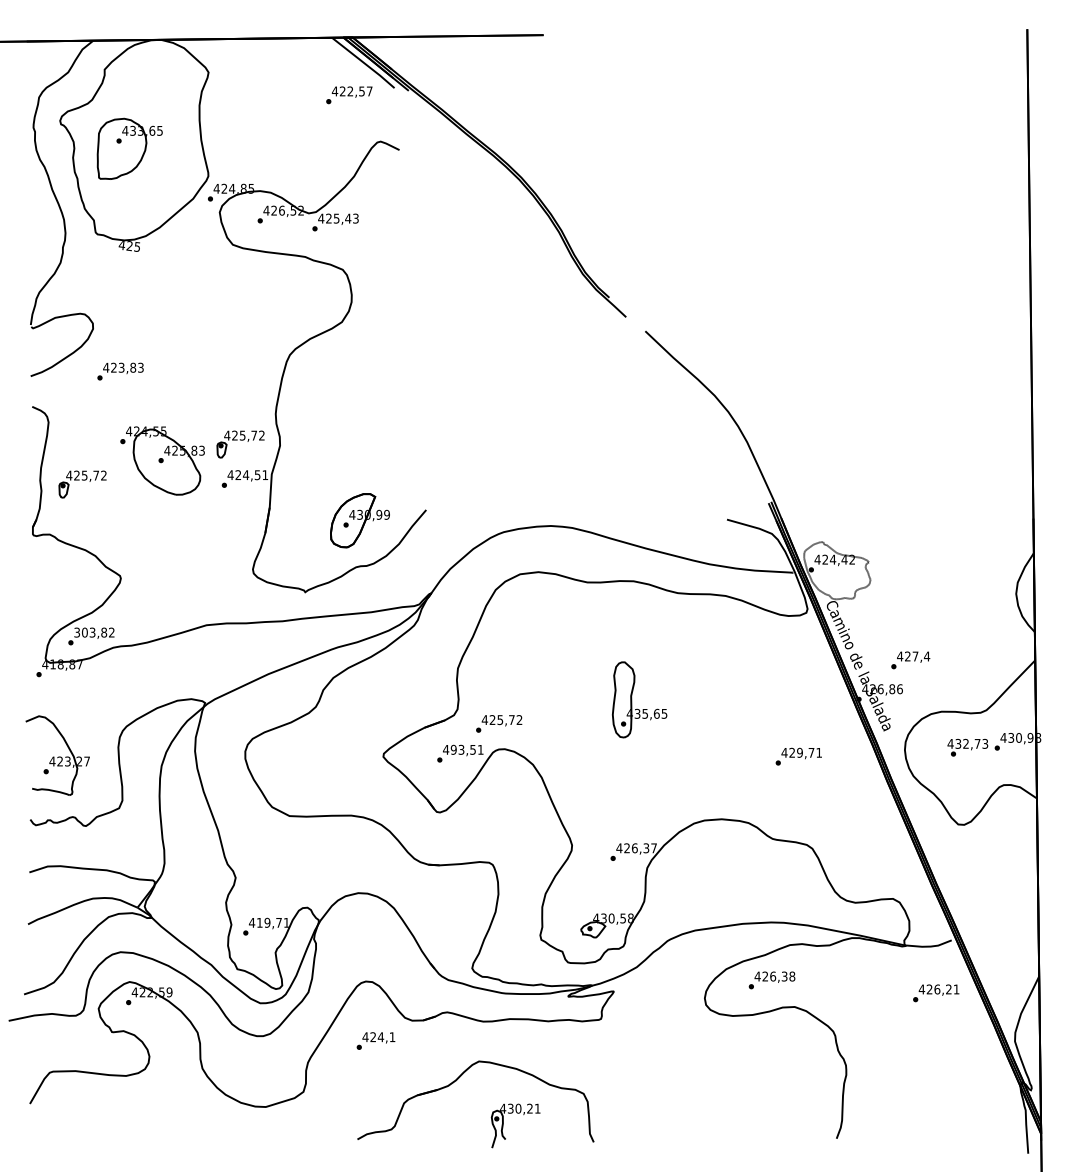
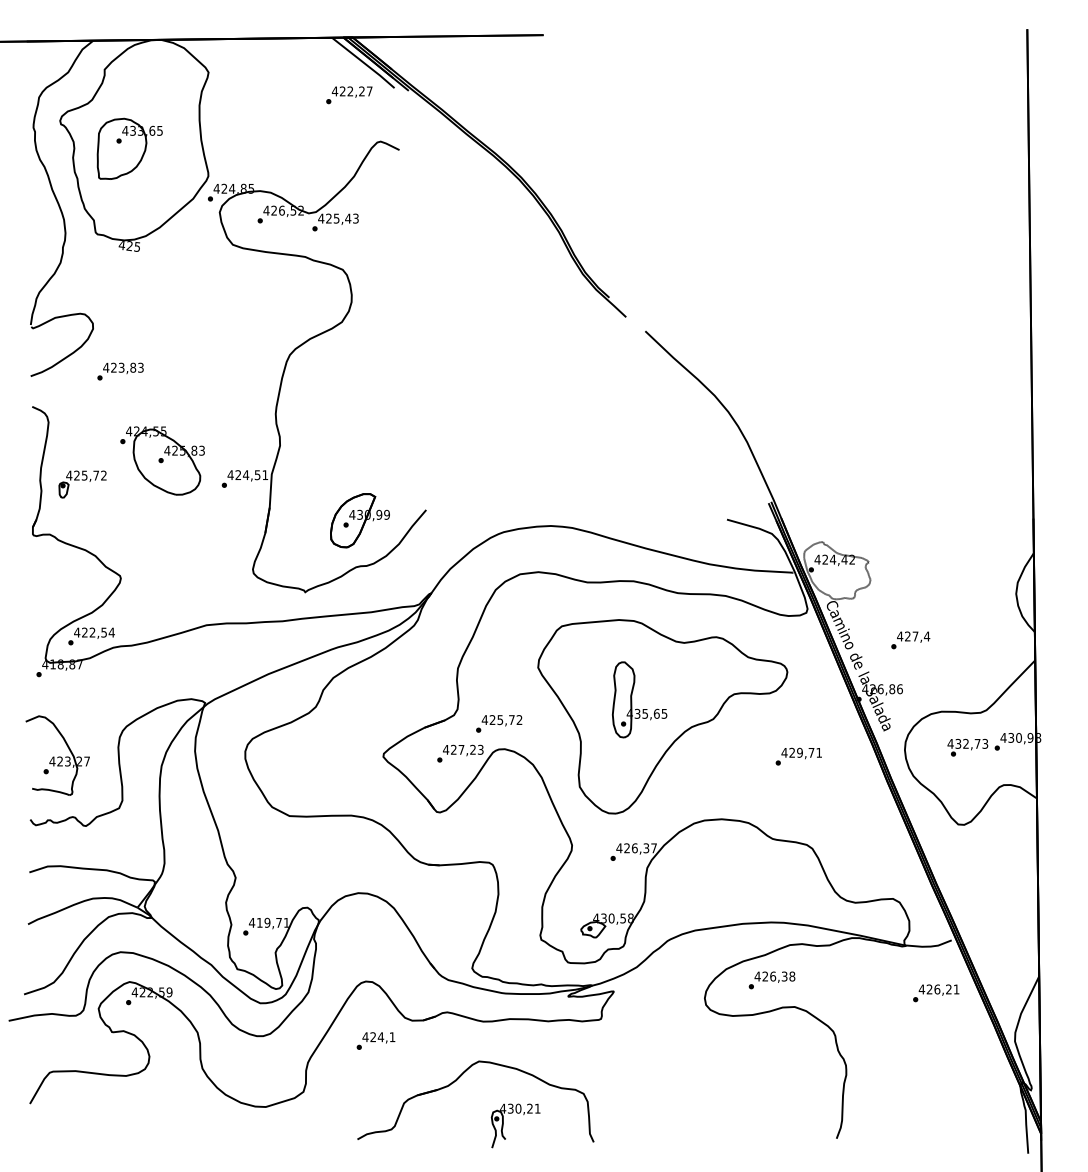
text at (361, 91): 422,57 -> 422,27
part at (240, 444): present -> none
text at (94, 632): 303,82 -> 422,54
text at (910, 660) position: (910, 660) -> (910, 640)
part at (662, 716): none -> present
text at (466, 749): 493,51 -> 427,23
